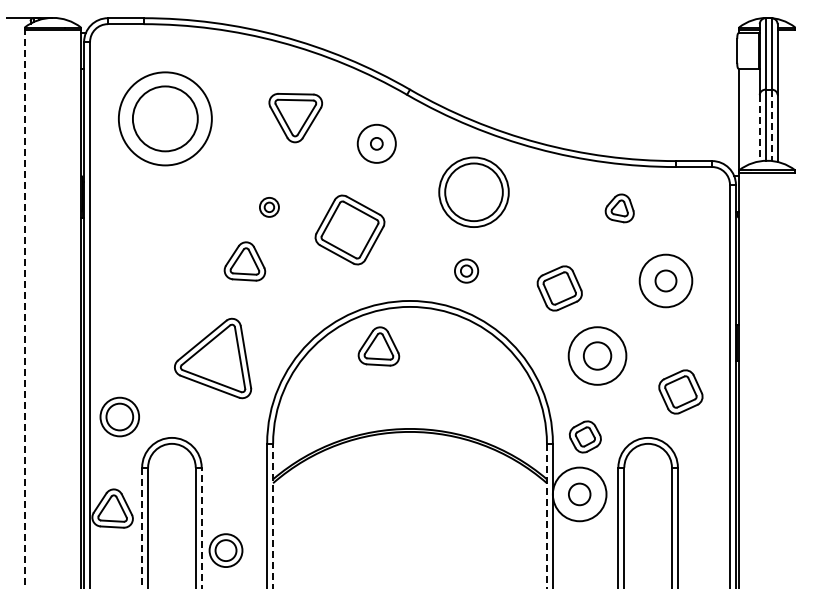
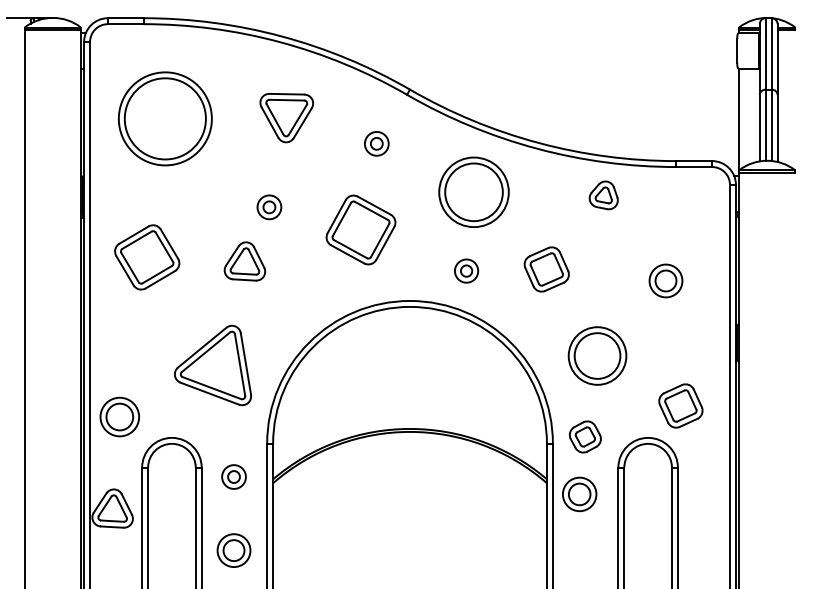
part at (295, 117) position: (295, 117) -> (286, 117)
circle at (164, 118) diameter: 65 px -> 81 px
line at (771, 125): dashed -> solid
line at (759, 128): dashed -> solid
circle at (376, 143) diameter: 38 px -> 24 px
part at (269, 207) size: 21x21 px -> 27x27 px
part at (619, 208) position: (619, 208) -> (603, 195)
part at (349, 229) position: (349, 229) -> (360, 229)
part at (147, 257): none -> present
circle at (665, 280) diameter: 53 px -> 33 px
part at (559, 288) position: (559, 288) -> (546, 269)
line at (24, 309): dashed -> solid
part at (378, 346): present -> none
circle at (597, 355) diameter: 27 px -> 46 px
part at (213, 358) position: (213, 358) -> (213, 365)
part at (680, 391) position: (680, 391) -> (680, 405)
part at (233, 476): none -> present
circle at (579, 494) diameter: 54 px -> 34 px
line at (273, 515): dashed -> solid
line at (546, 516): dashed -> solid
line at (201, 527): dashed -> solid
line at (142, 528): dashed -> solid
part at (225, 550) position: (225, 550) -> (233, 550)
